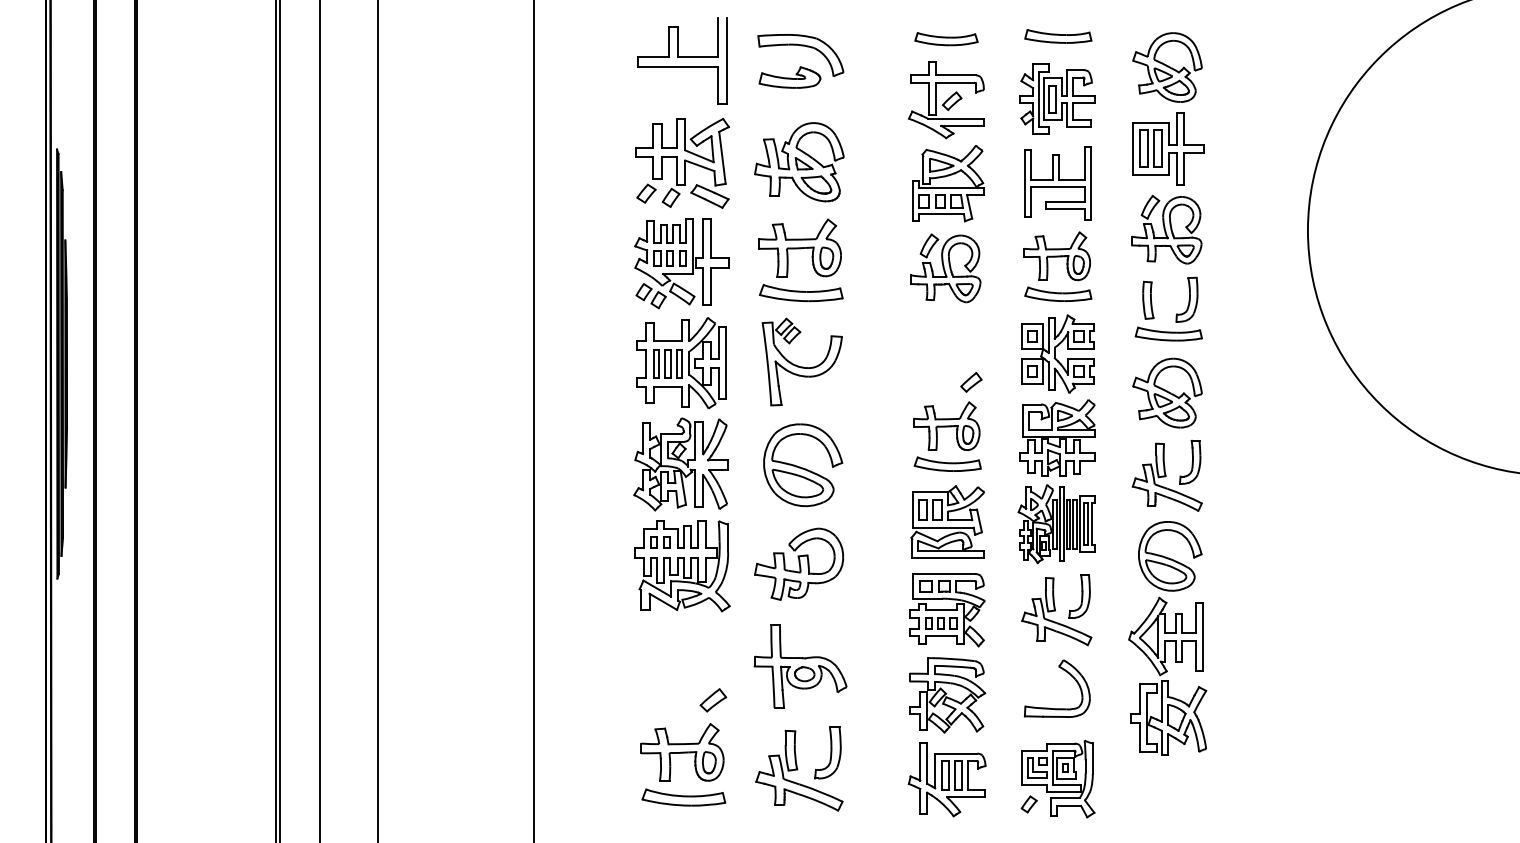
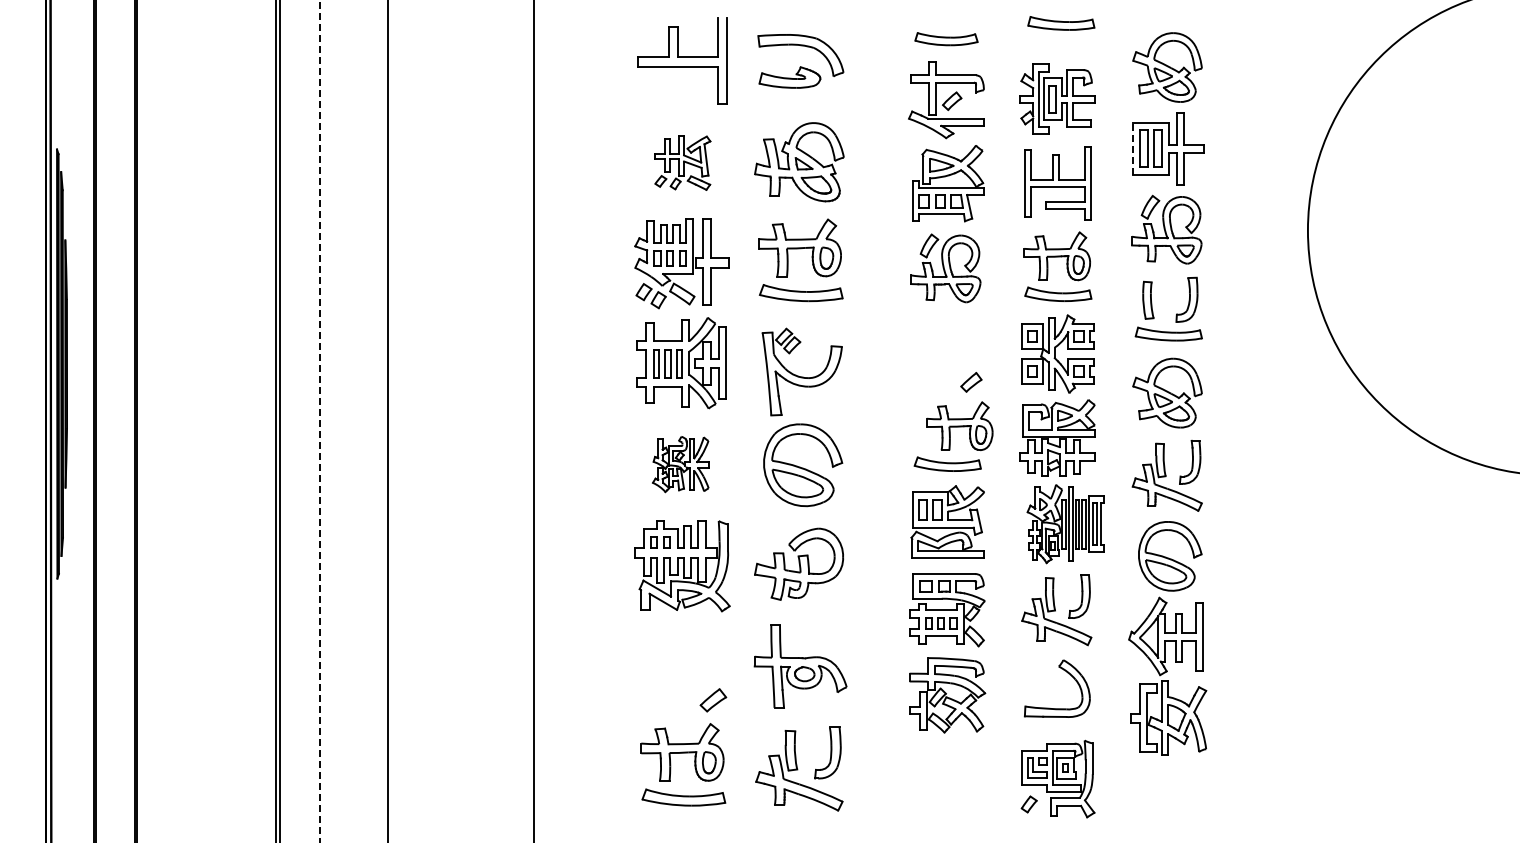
part at (1058, 36) position: (1058, 36) -> (1061, 23)
line at (1133, 148): solid -> dashed
part at (682, 162) size: 95x92 px -> 58x56 px
part at (801, 361) position: (801, 361) -> (801, 371)
line at (377, 420) position: (377, 420) -> (387, 420)
line at (319, 421): solid -> dashed
part at (946, 426) position: (946, 426) -> (959, 426)
part at (680, 464) size: 96x95 px -> 58x58 px
part at (1056, 524) position: (1056, 524) -> (1065, 524)
part at (946, 779): present -> none
